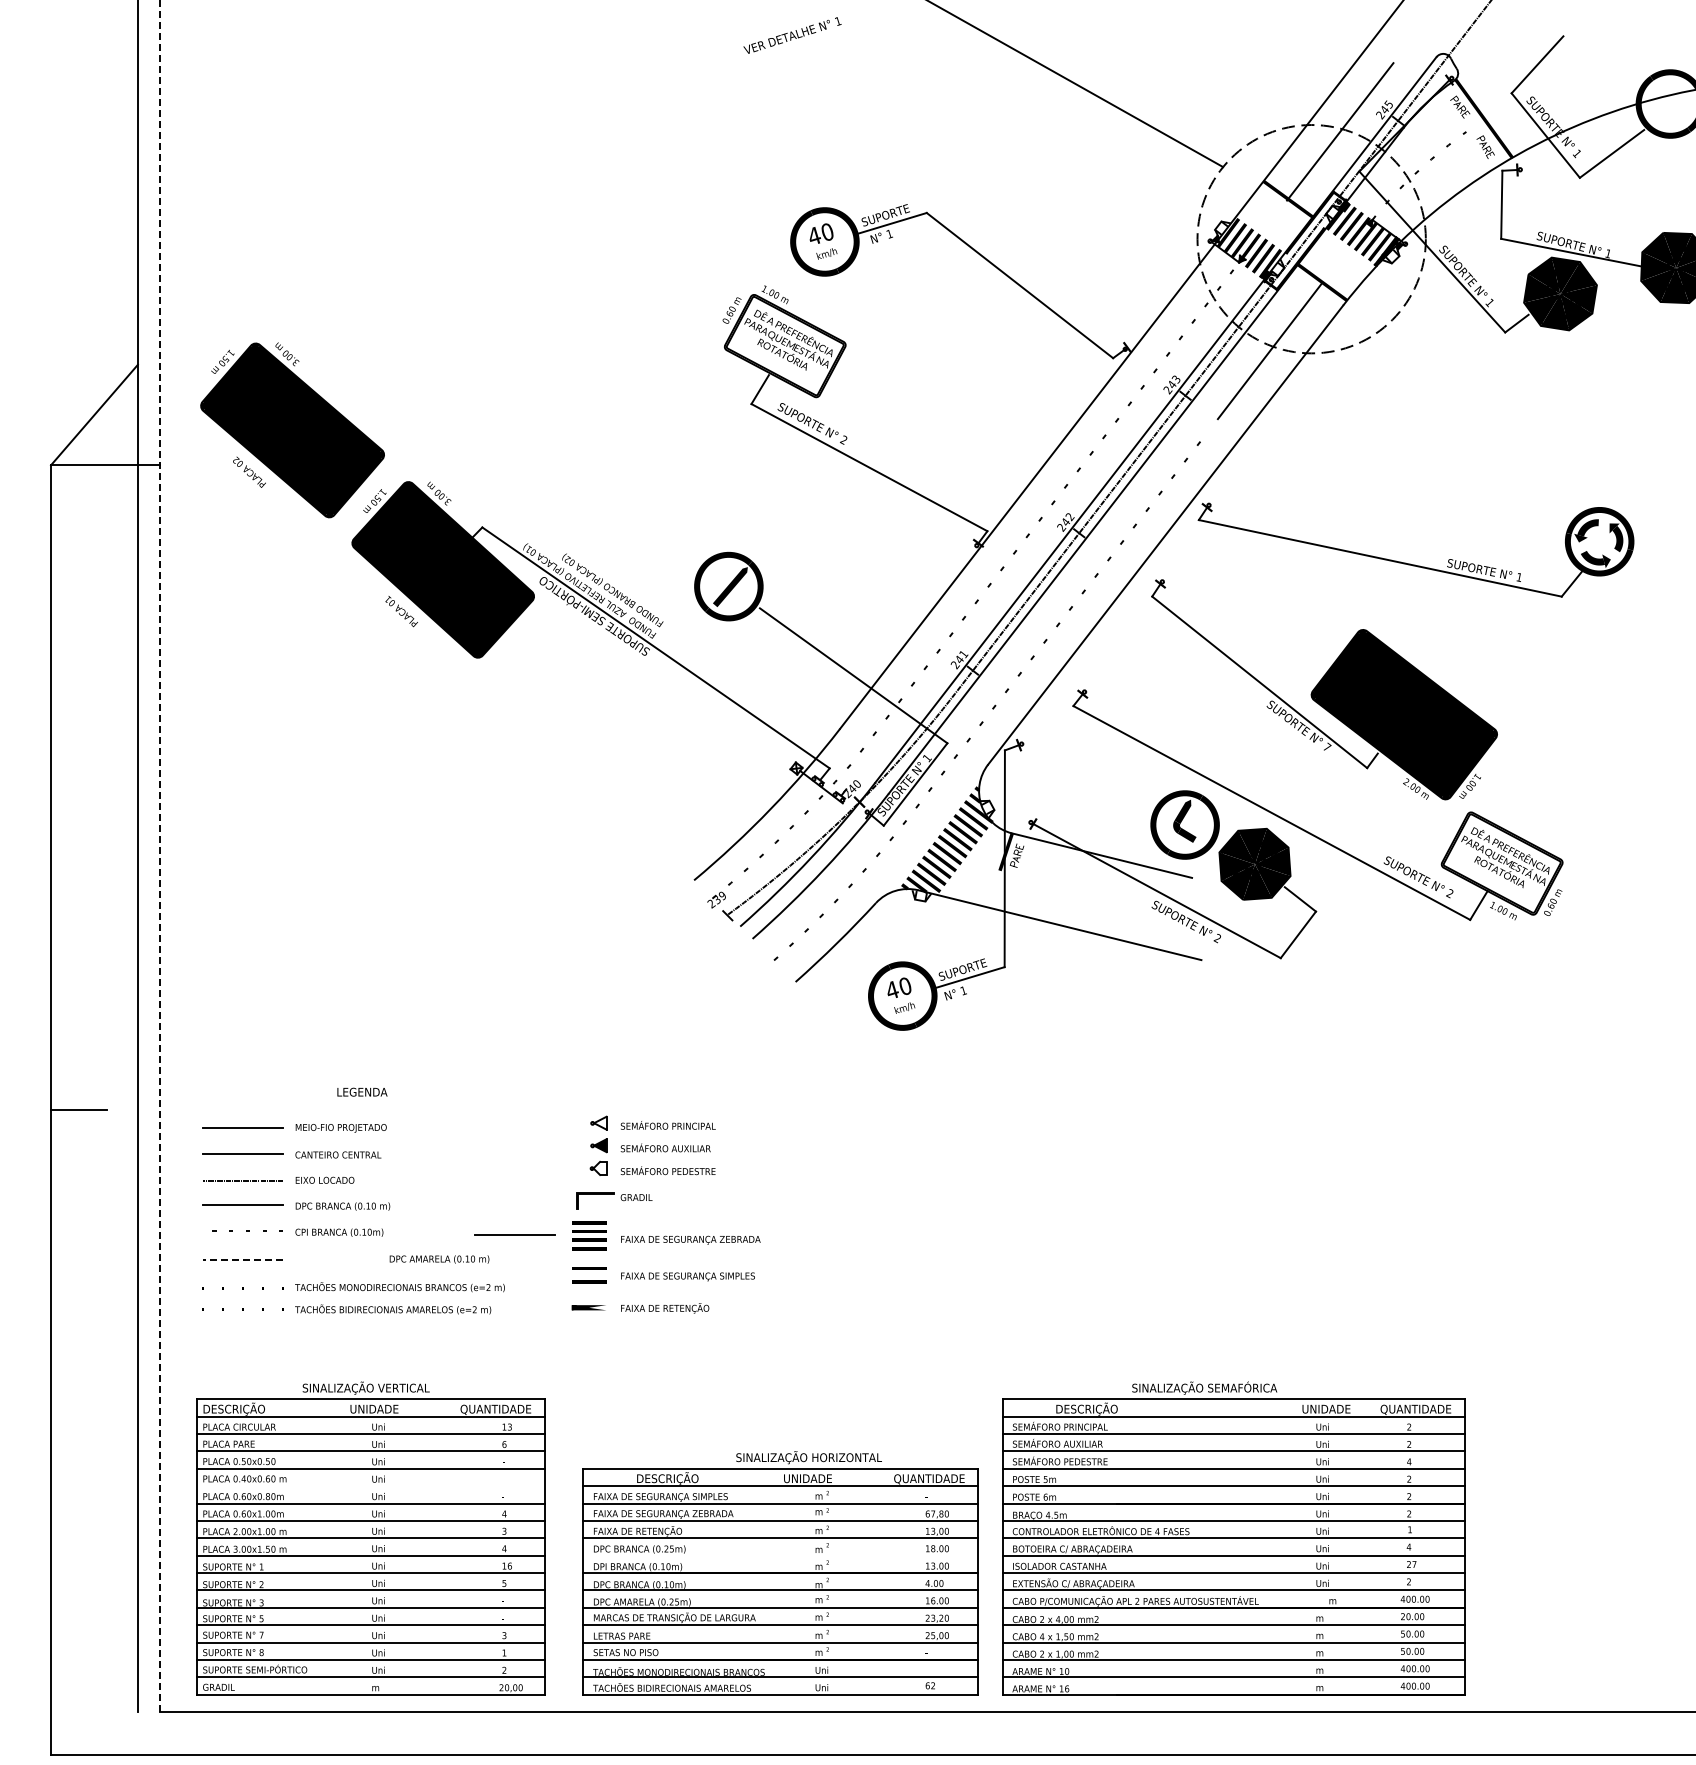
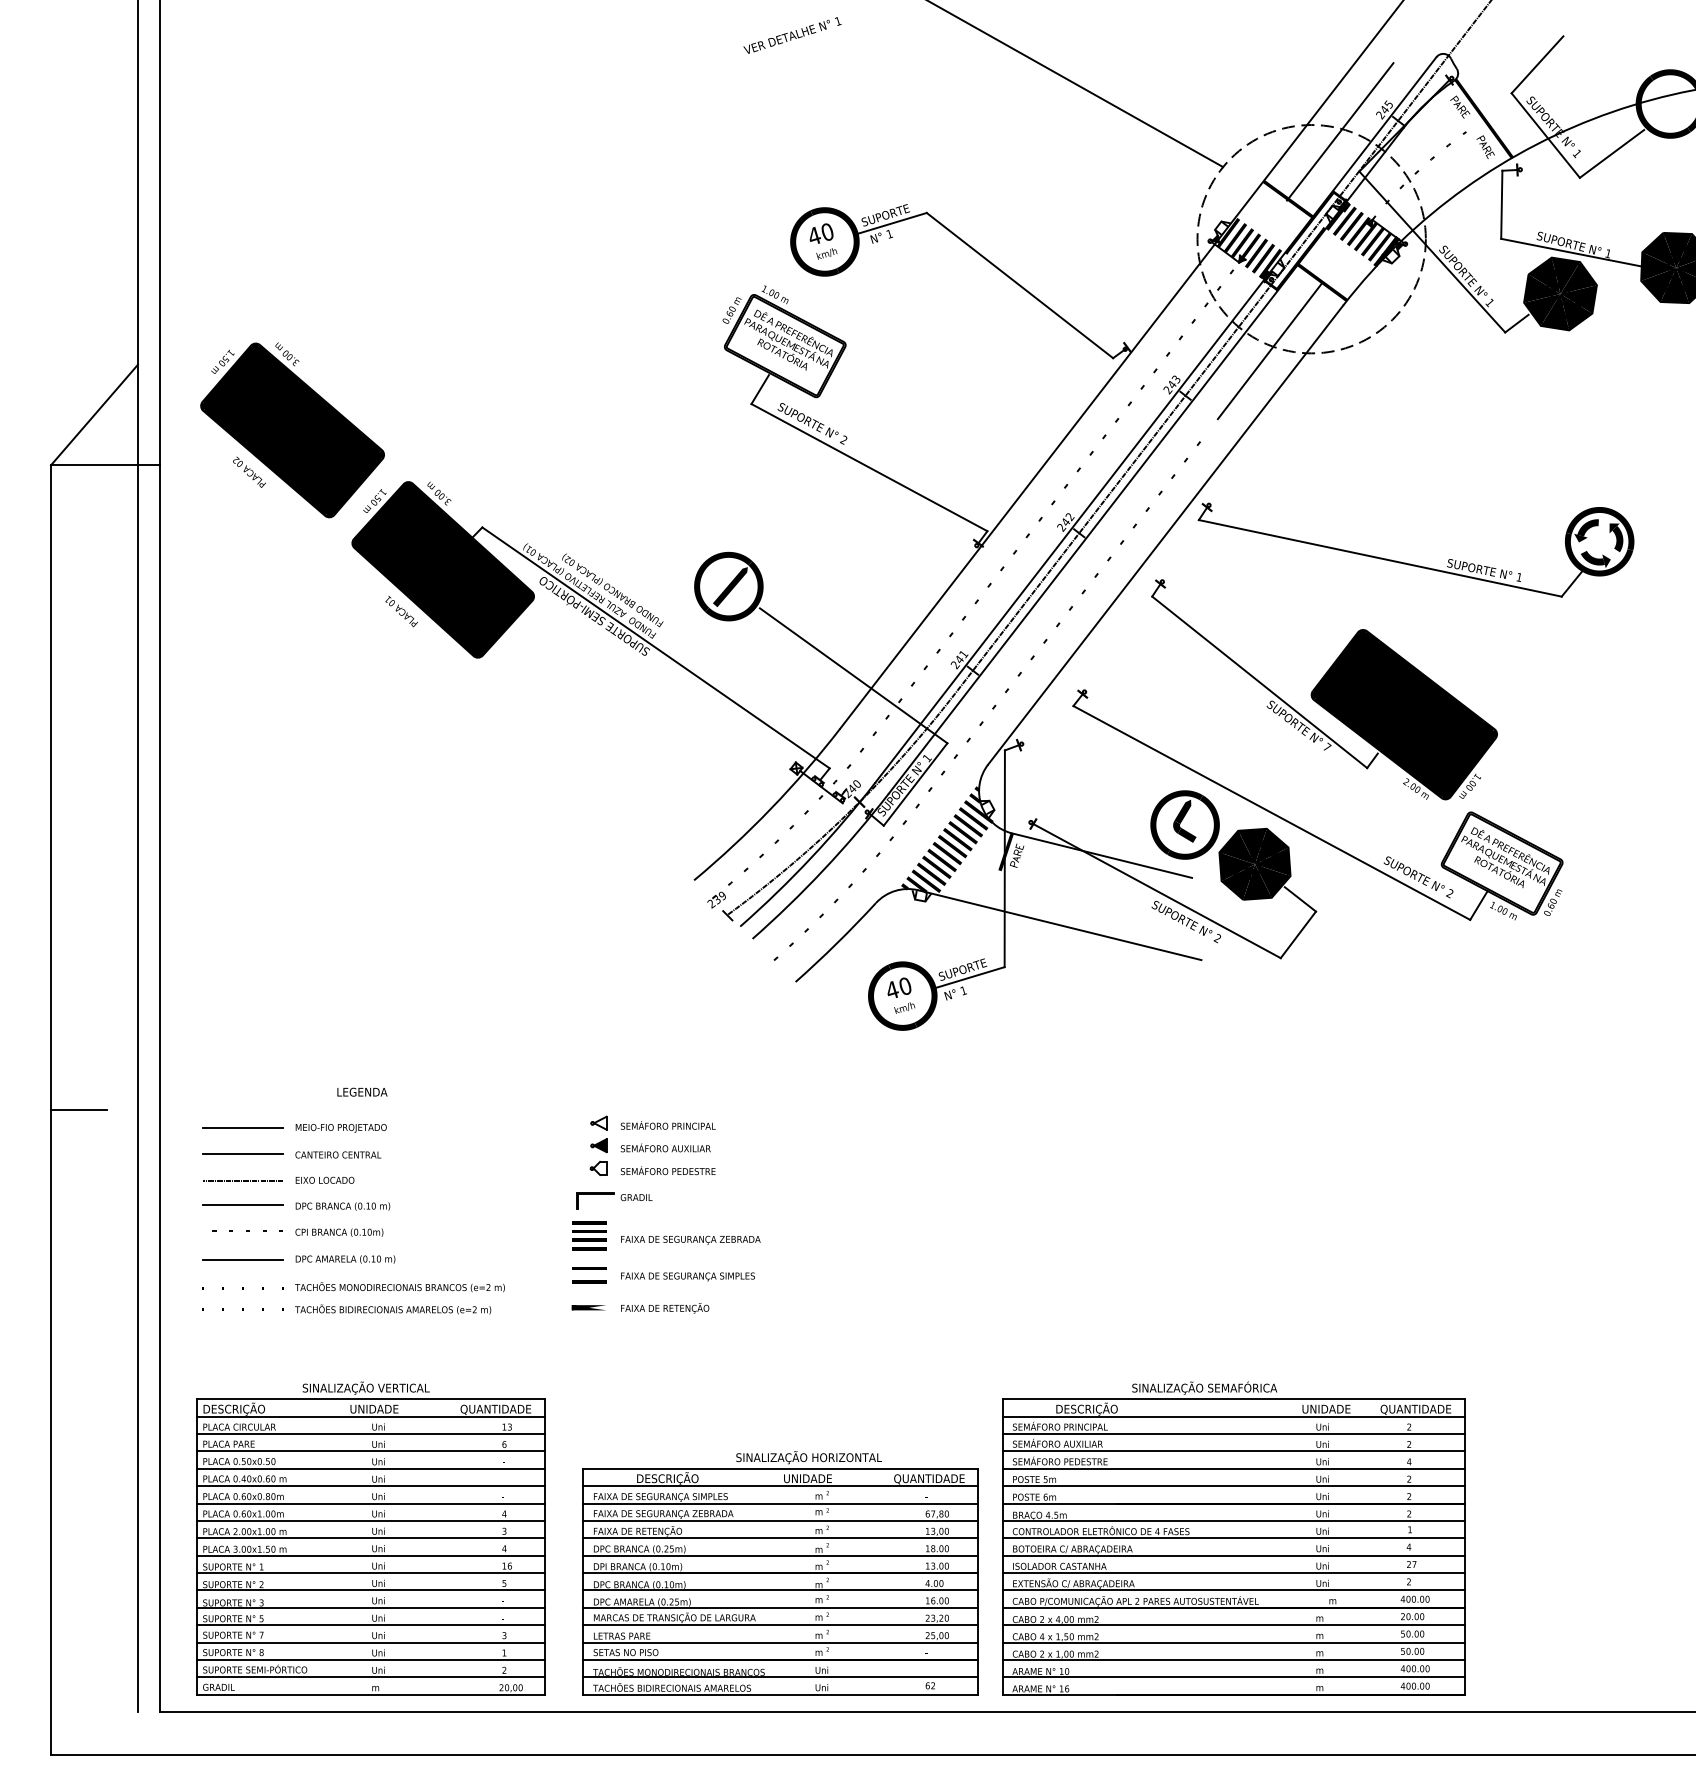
line at (159, 856): dashed -> solid
line at (514, 1234): present -> none
line at (242, 1259): dashed -> solid
text at (439, 1259) position: (439, 1259) -> (345, 1259)
line at (370, 1486): none -> present
line at (780, 1555): none -> present
